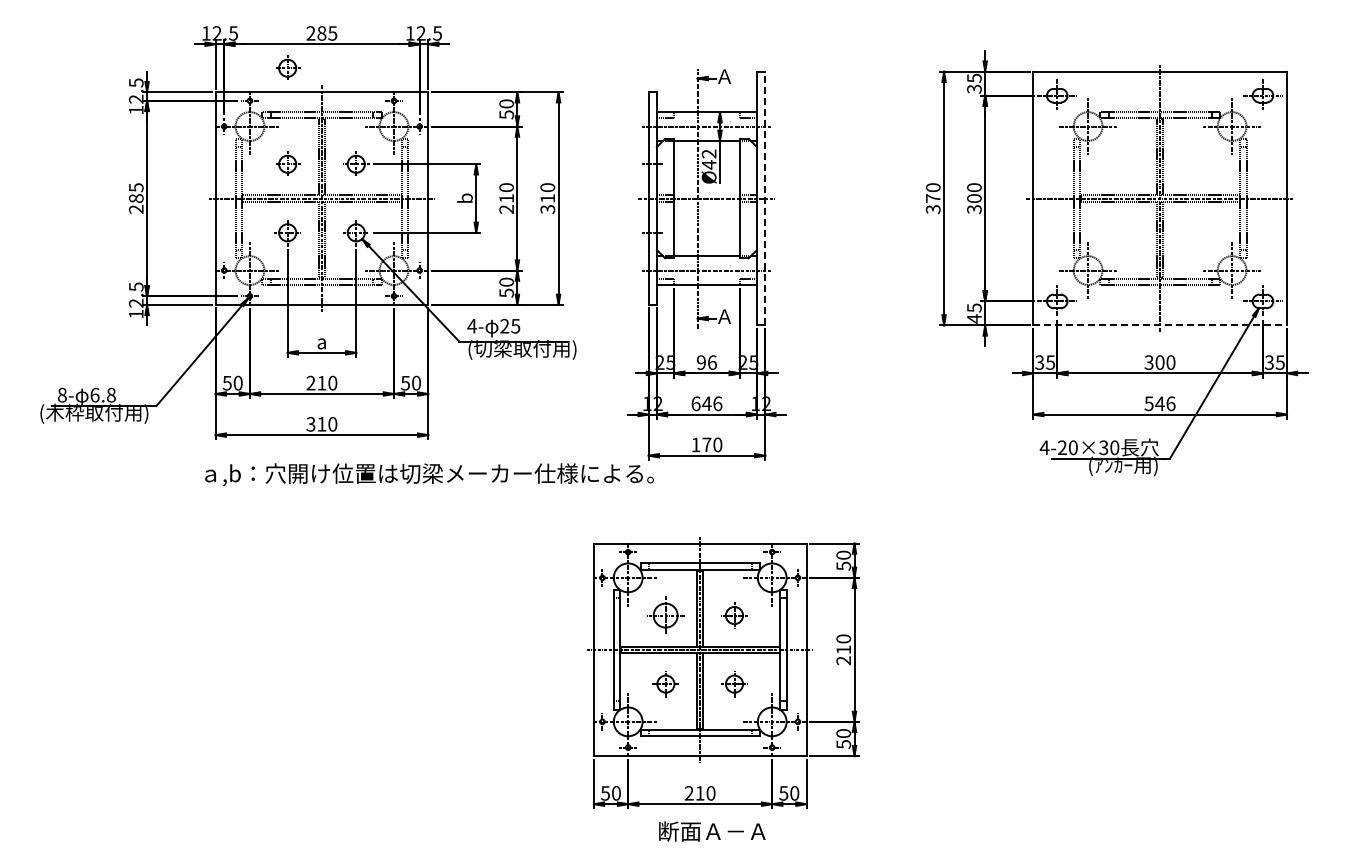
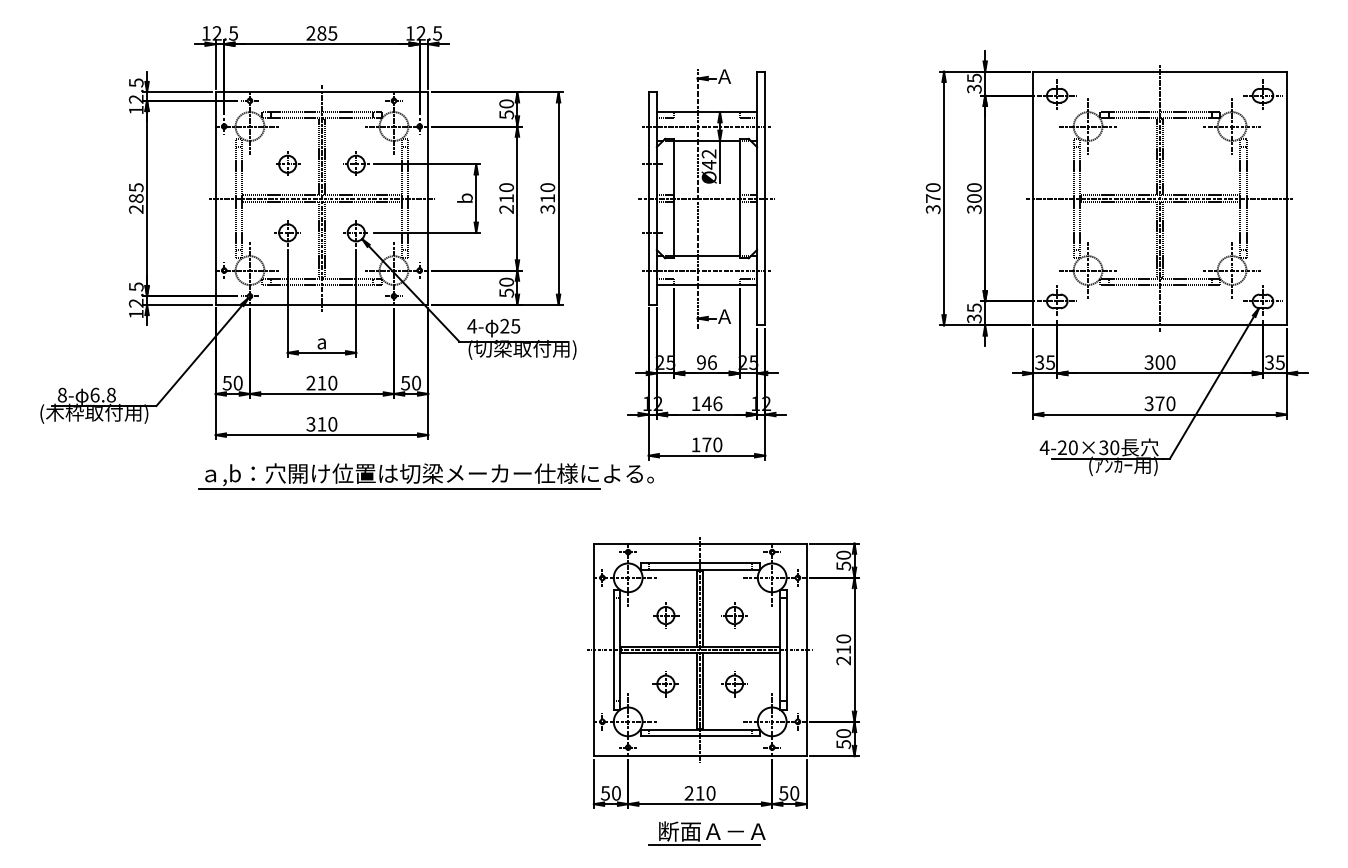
part at (288, 67): present -> none
line at (765, 198): dashed -> solid
text at (974, 318): 45 -> 35
line at (1160, 325): dashed -> solid
text at (695, 403): 646 -> 146
text at (1160, 403): 546 -> 370
line at (399, 489): none -> present
part at (665, 614) size: 38x38 px -> 27x27 px
line at (704, 844): none -> present
